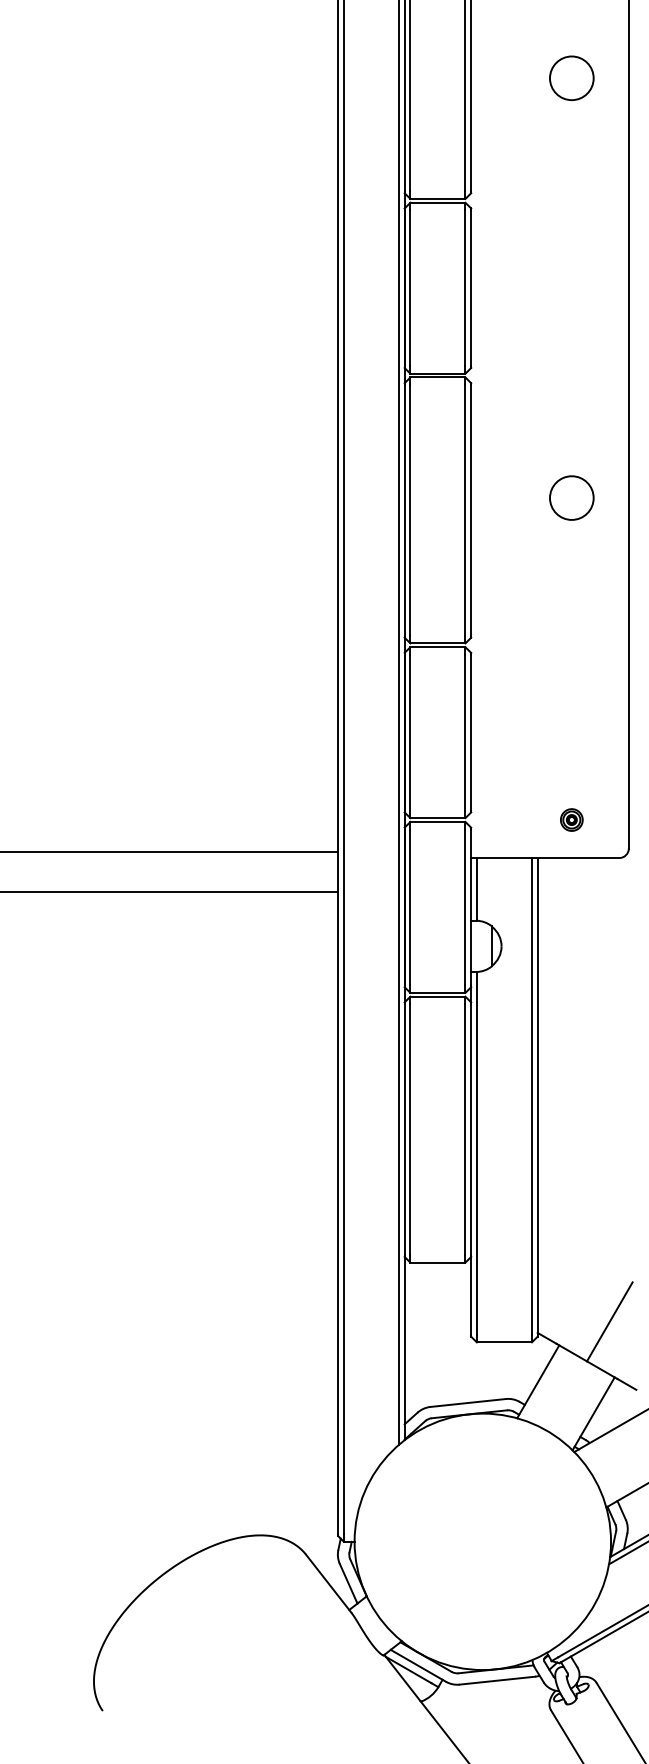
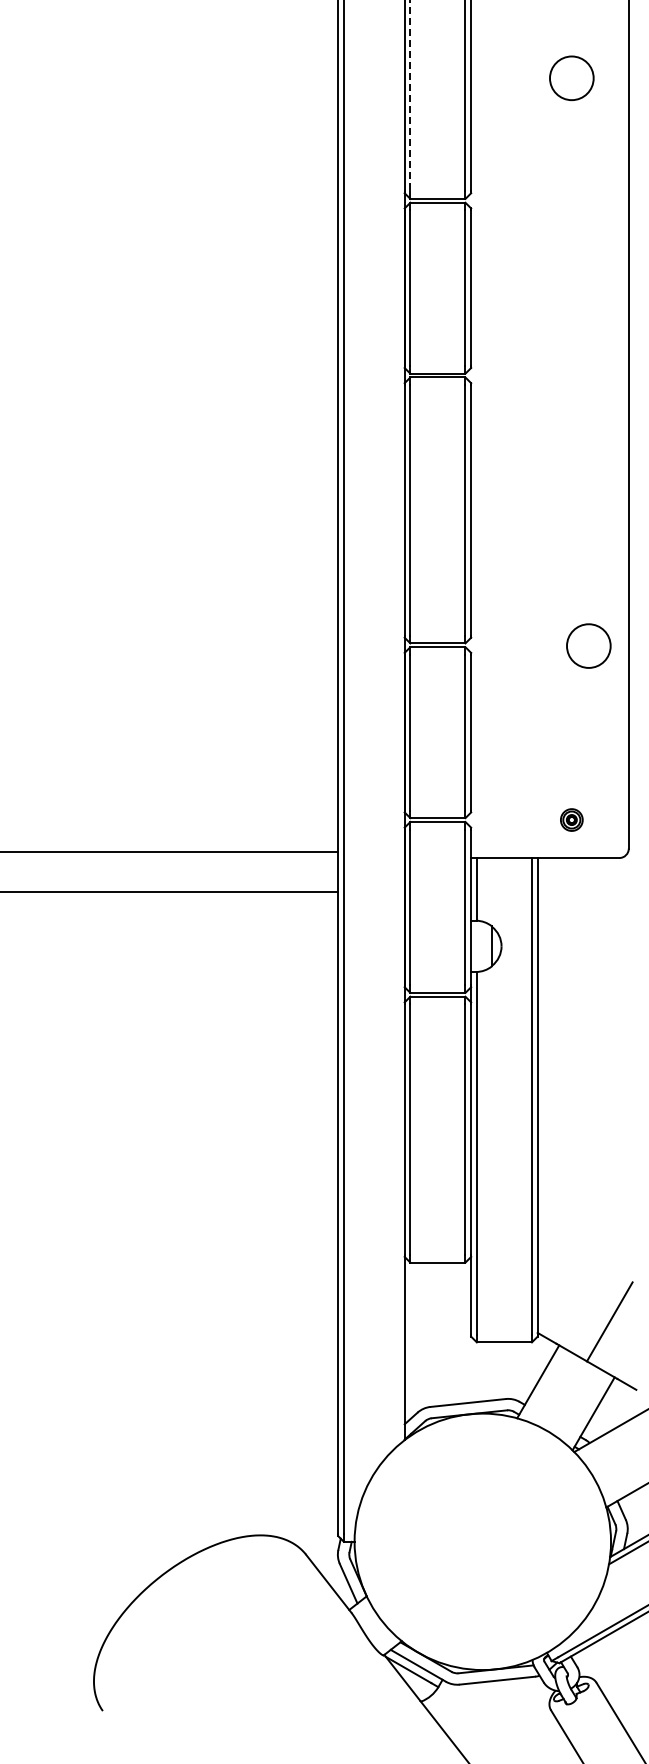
line at (410, 96): solid -> dashed
circle at (571, 497) position: (571, 497) -> (588, 645)
line at (398, 723): present -> none
